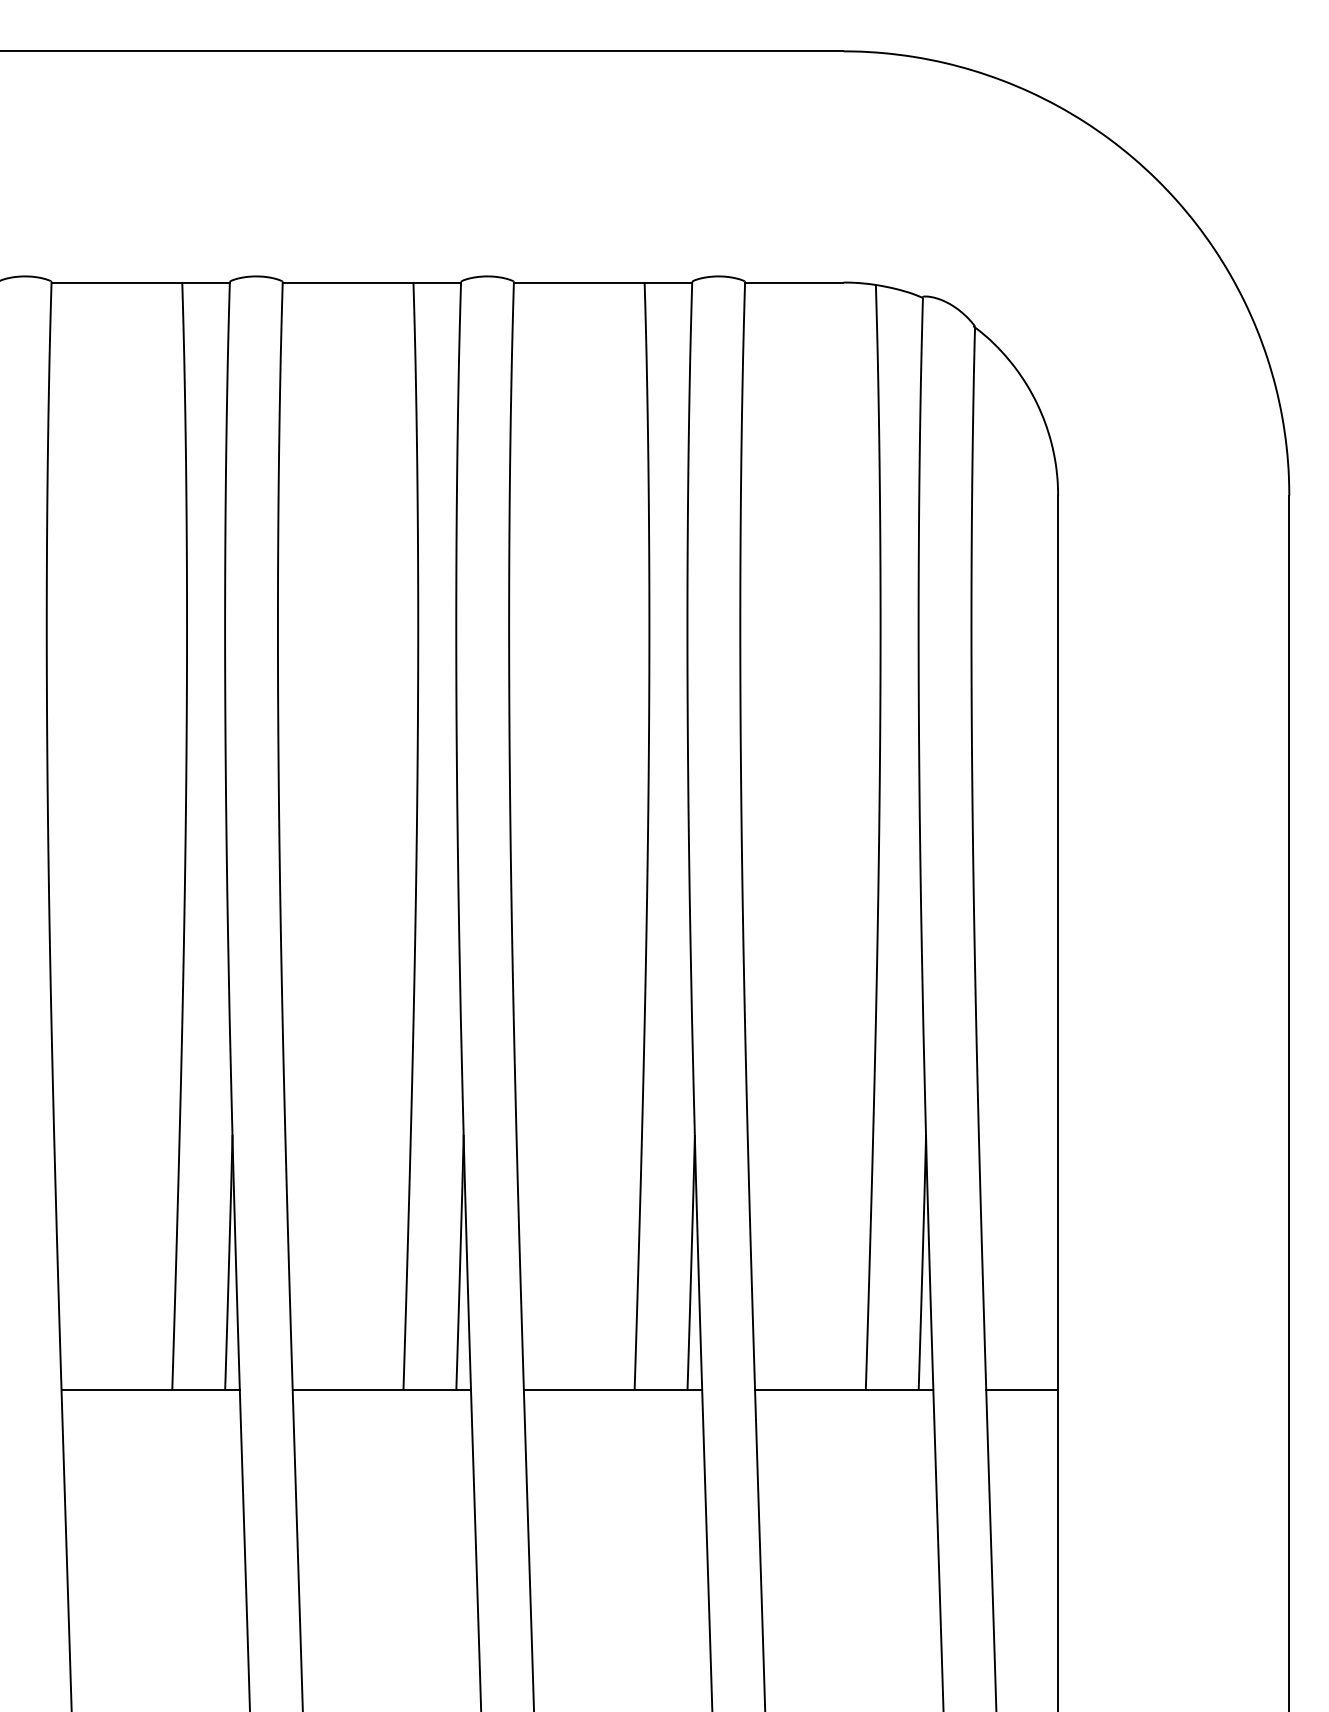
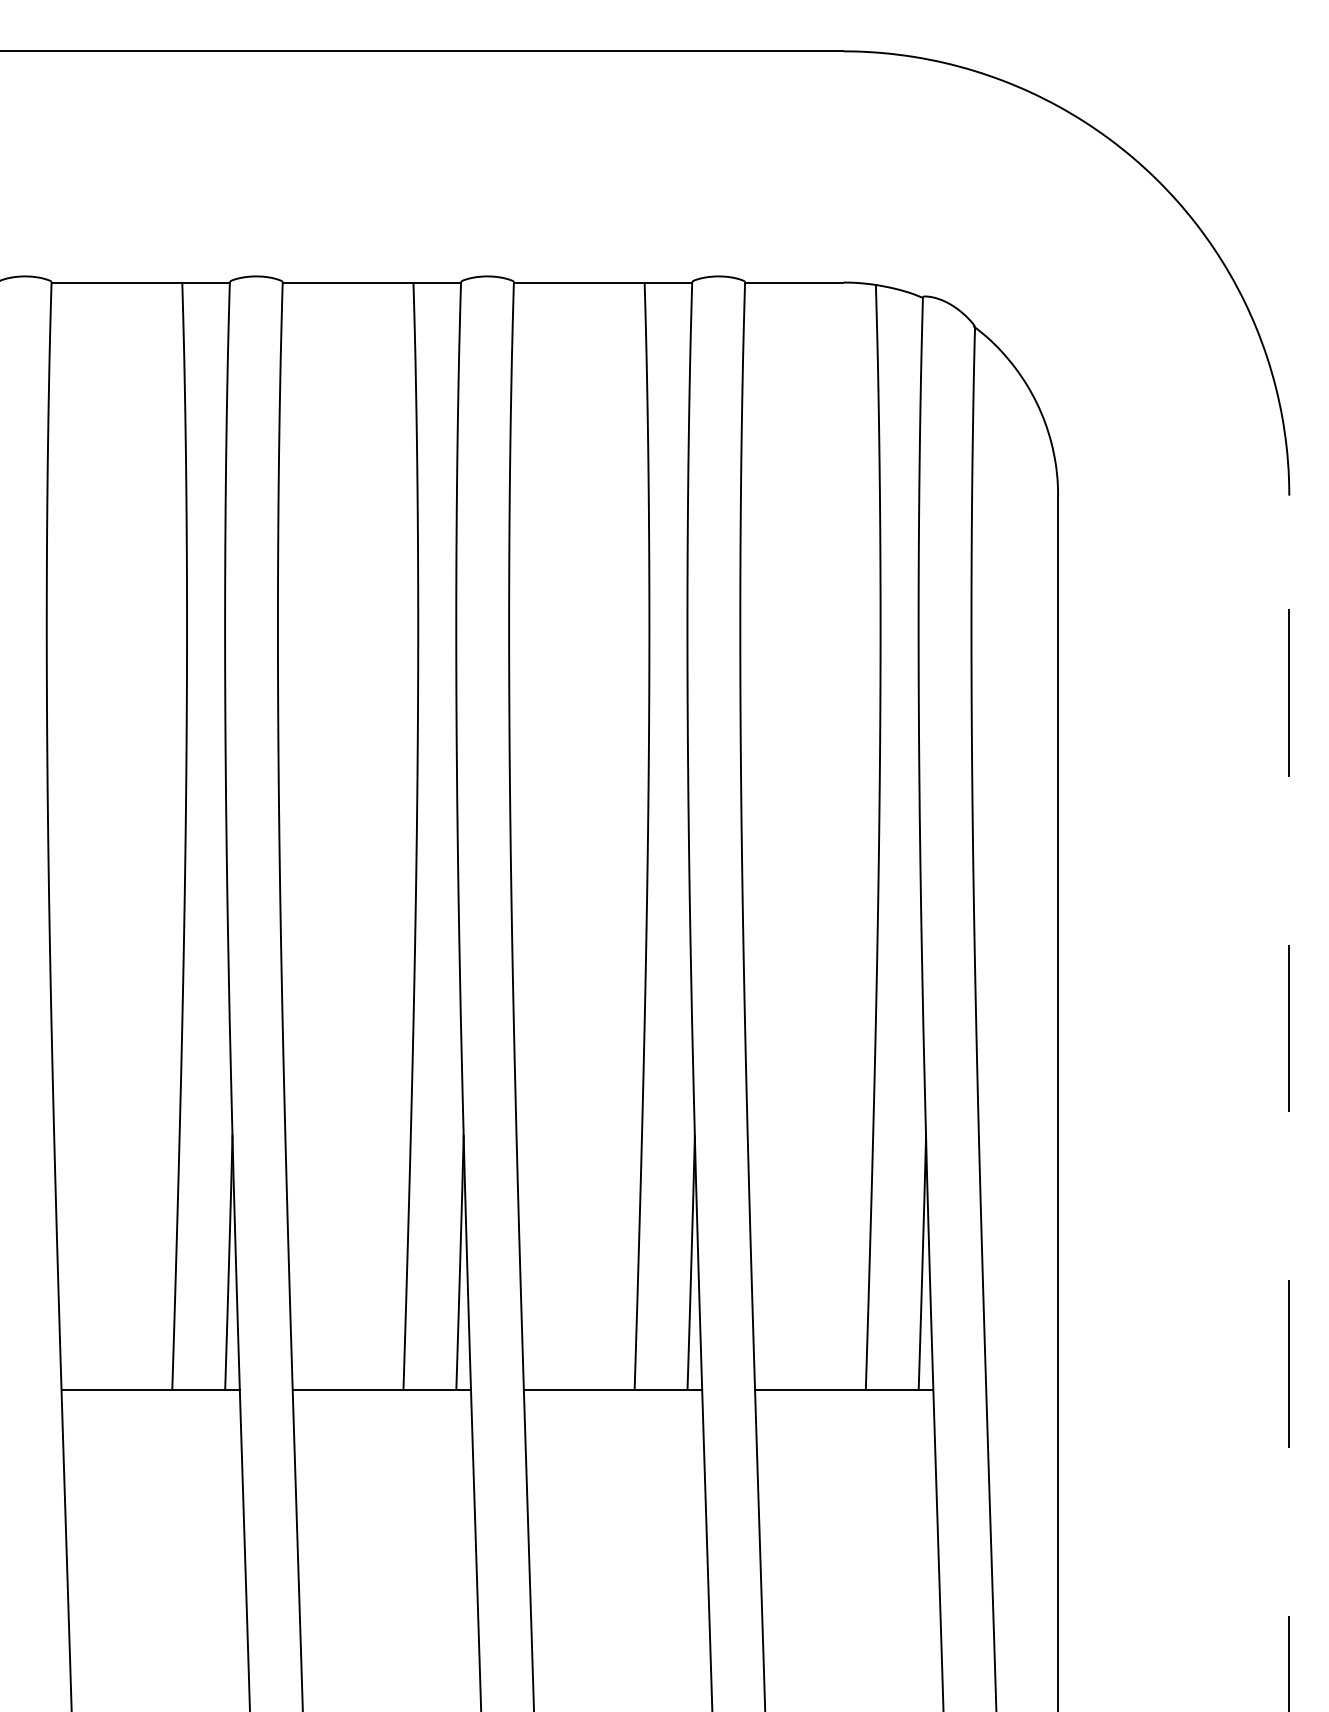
line at (1289, 1103): solid -> dashed
line at (1022, 1390): present -> none
